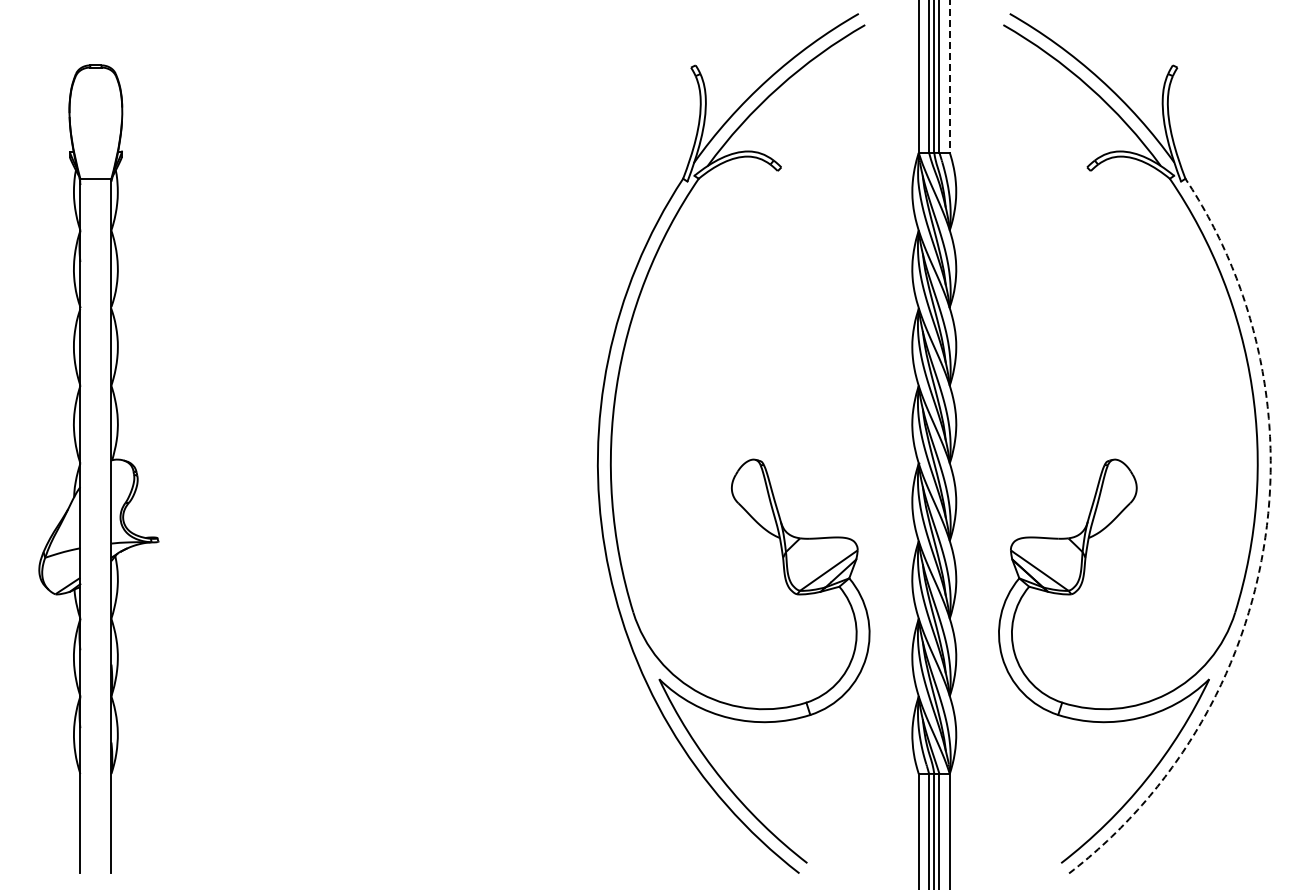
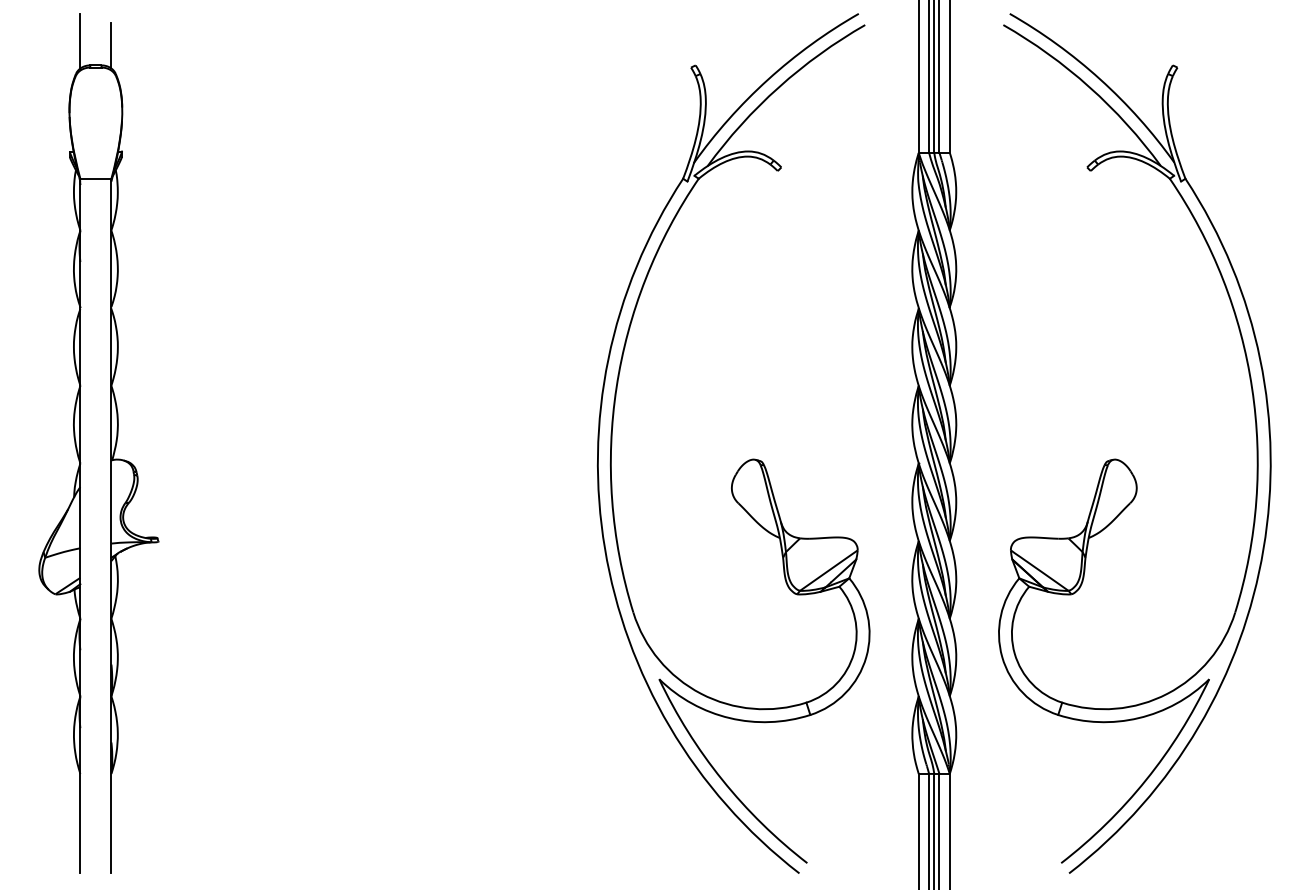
line at (80, 40): none -> present
line at (111, 45): none -> present
line at (949, 77): dashed -> solid
arc at (1263, 548): dashed -> solid
